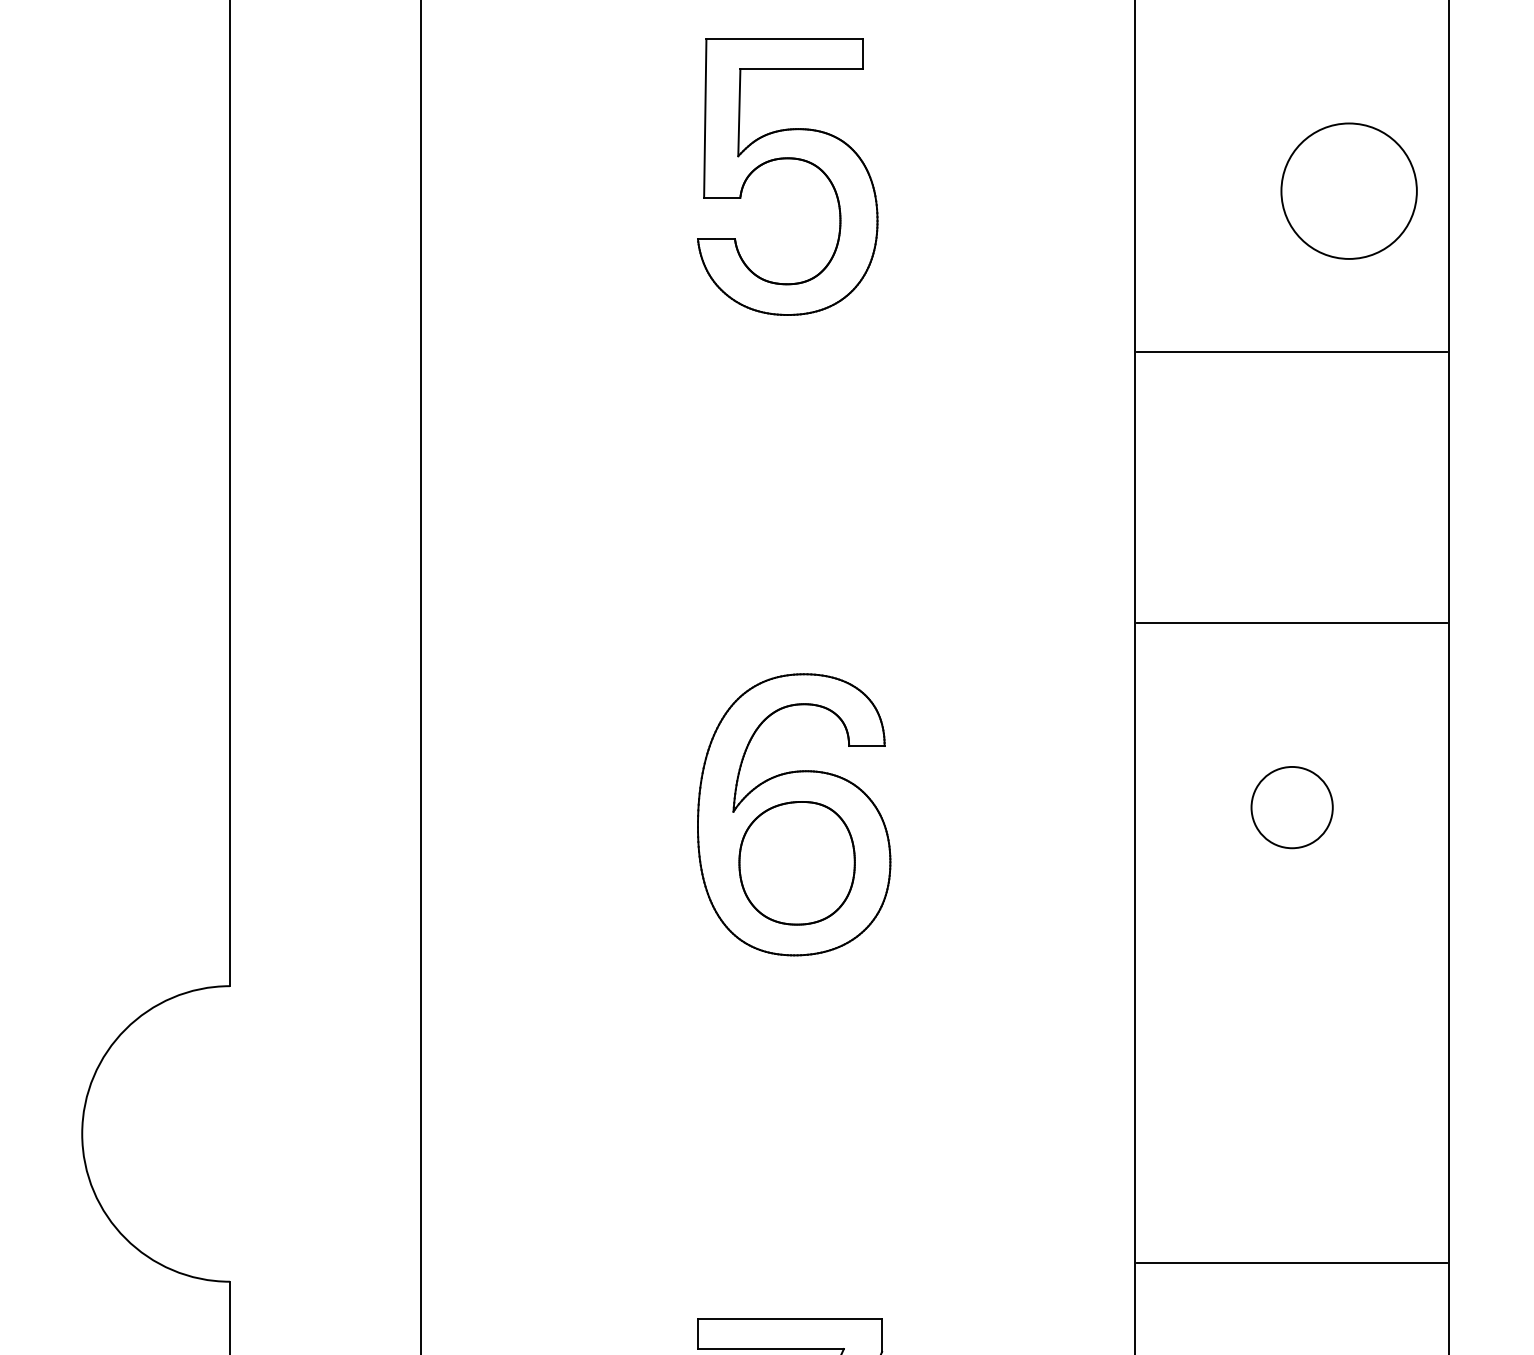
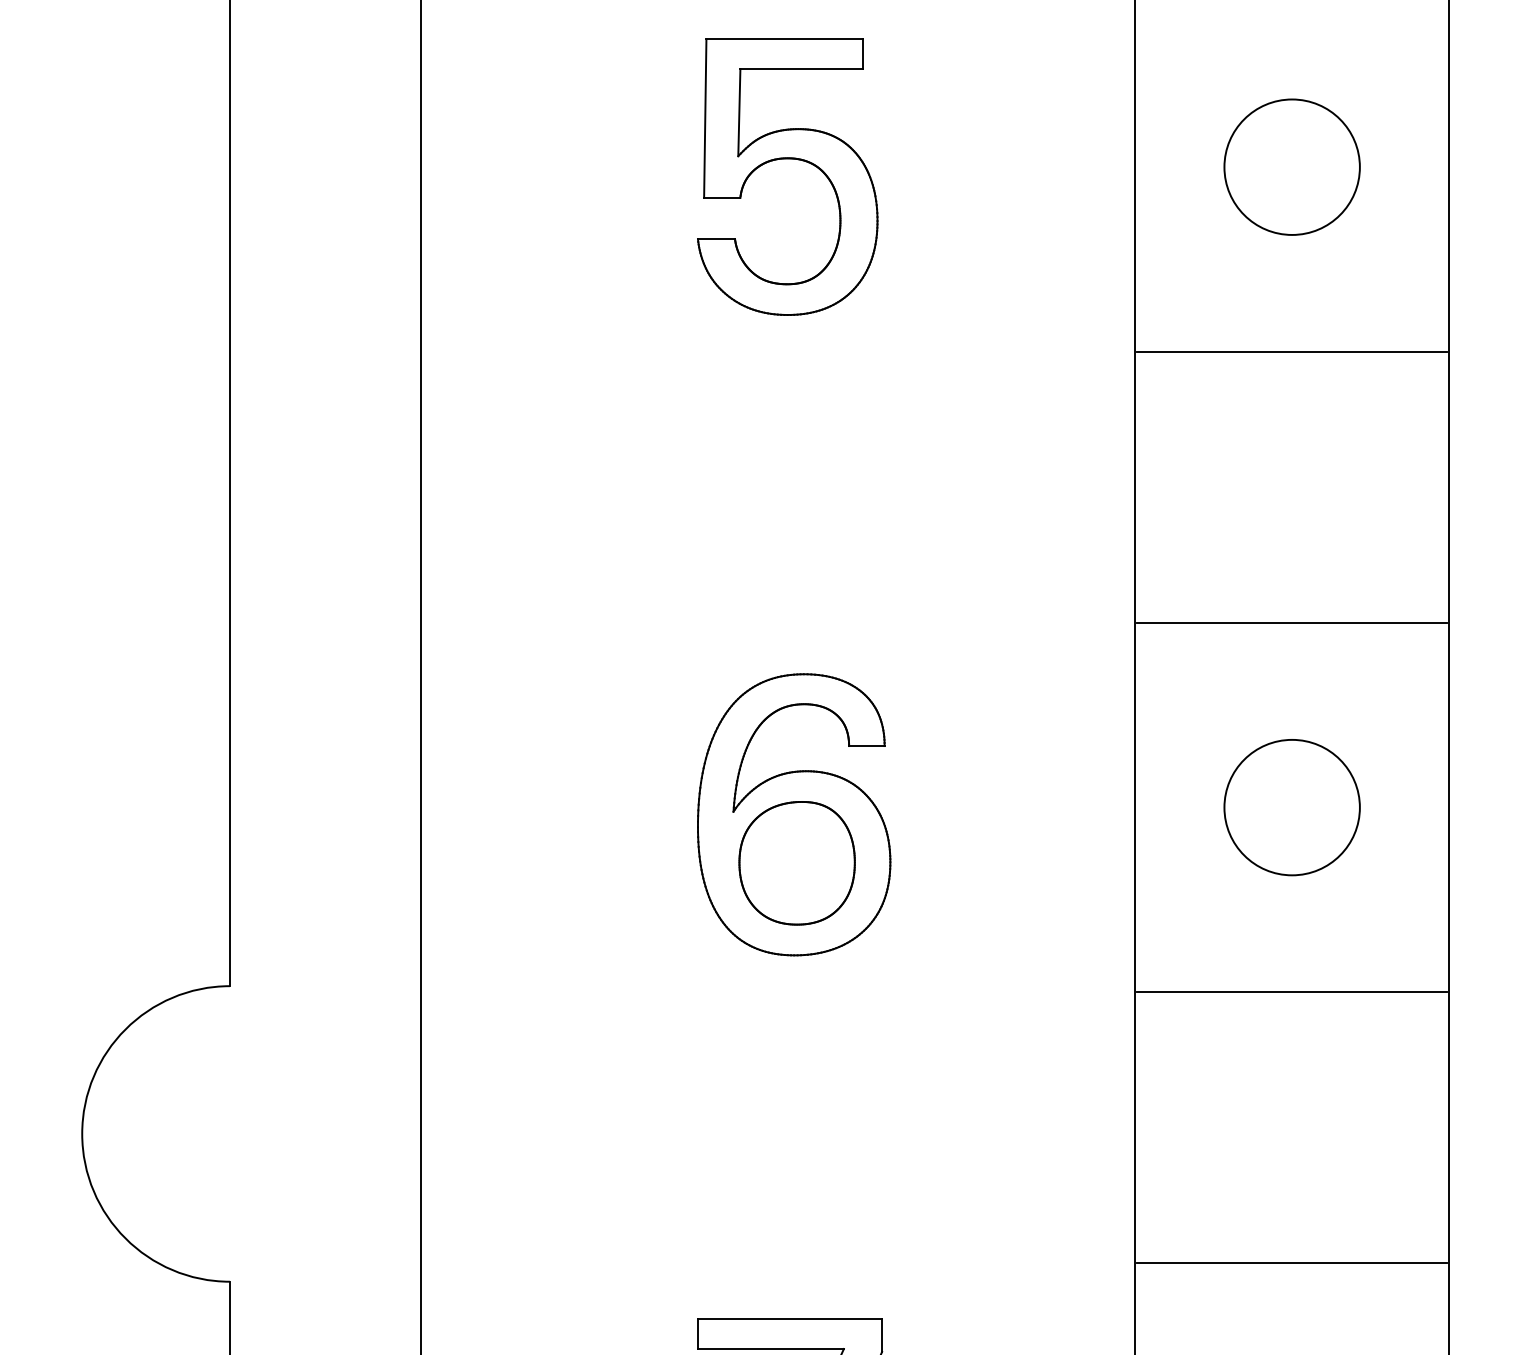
circle at (1348, 190) position: (1348, 190) -> (1291, 166)
circle at (1291, 807) diameter: 81 px -> 135 px
line at (1291, 992): none -> present
